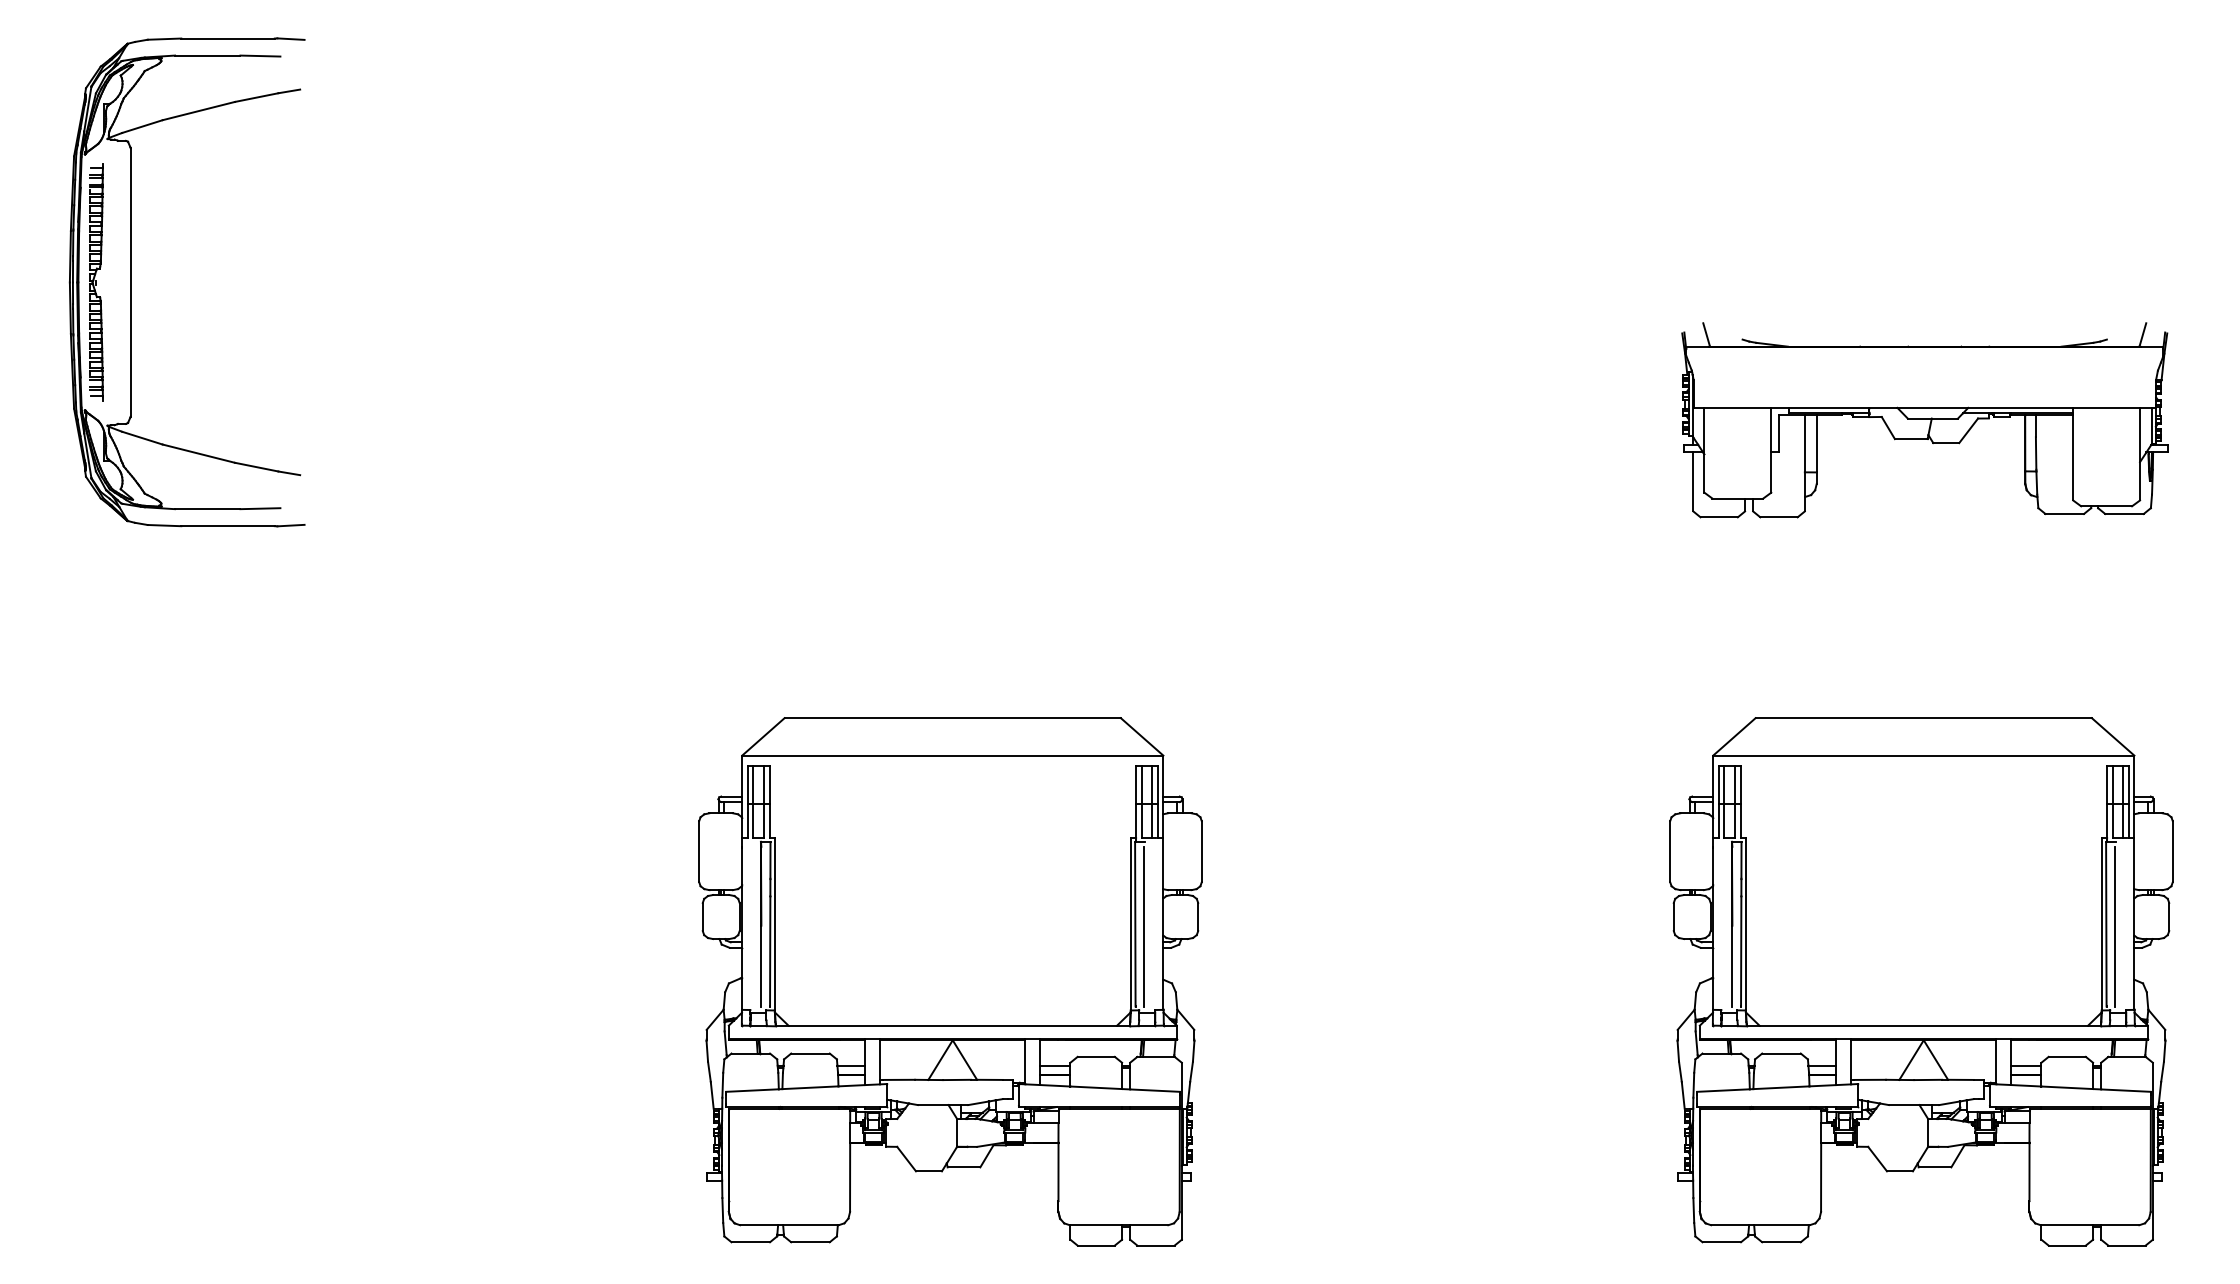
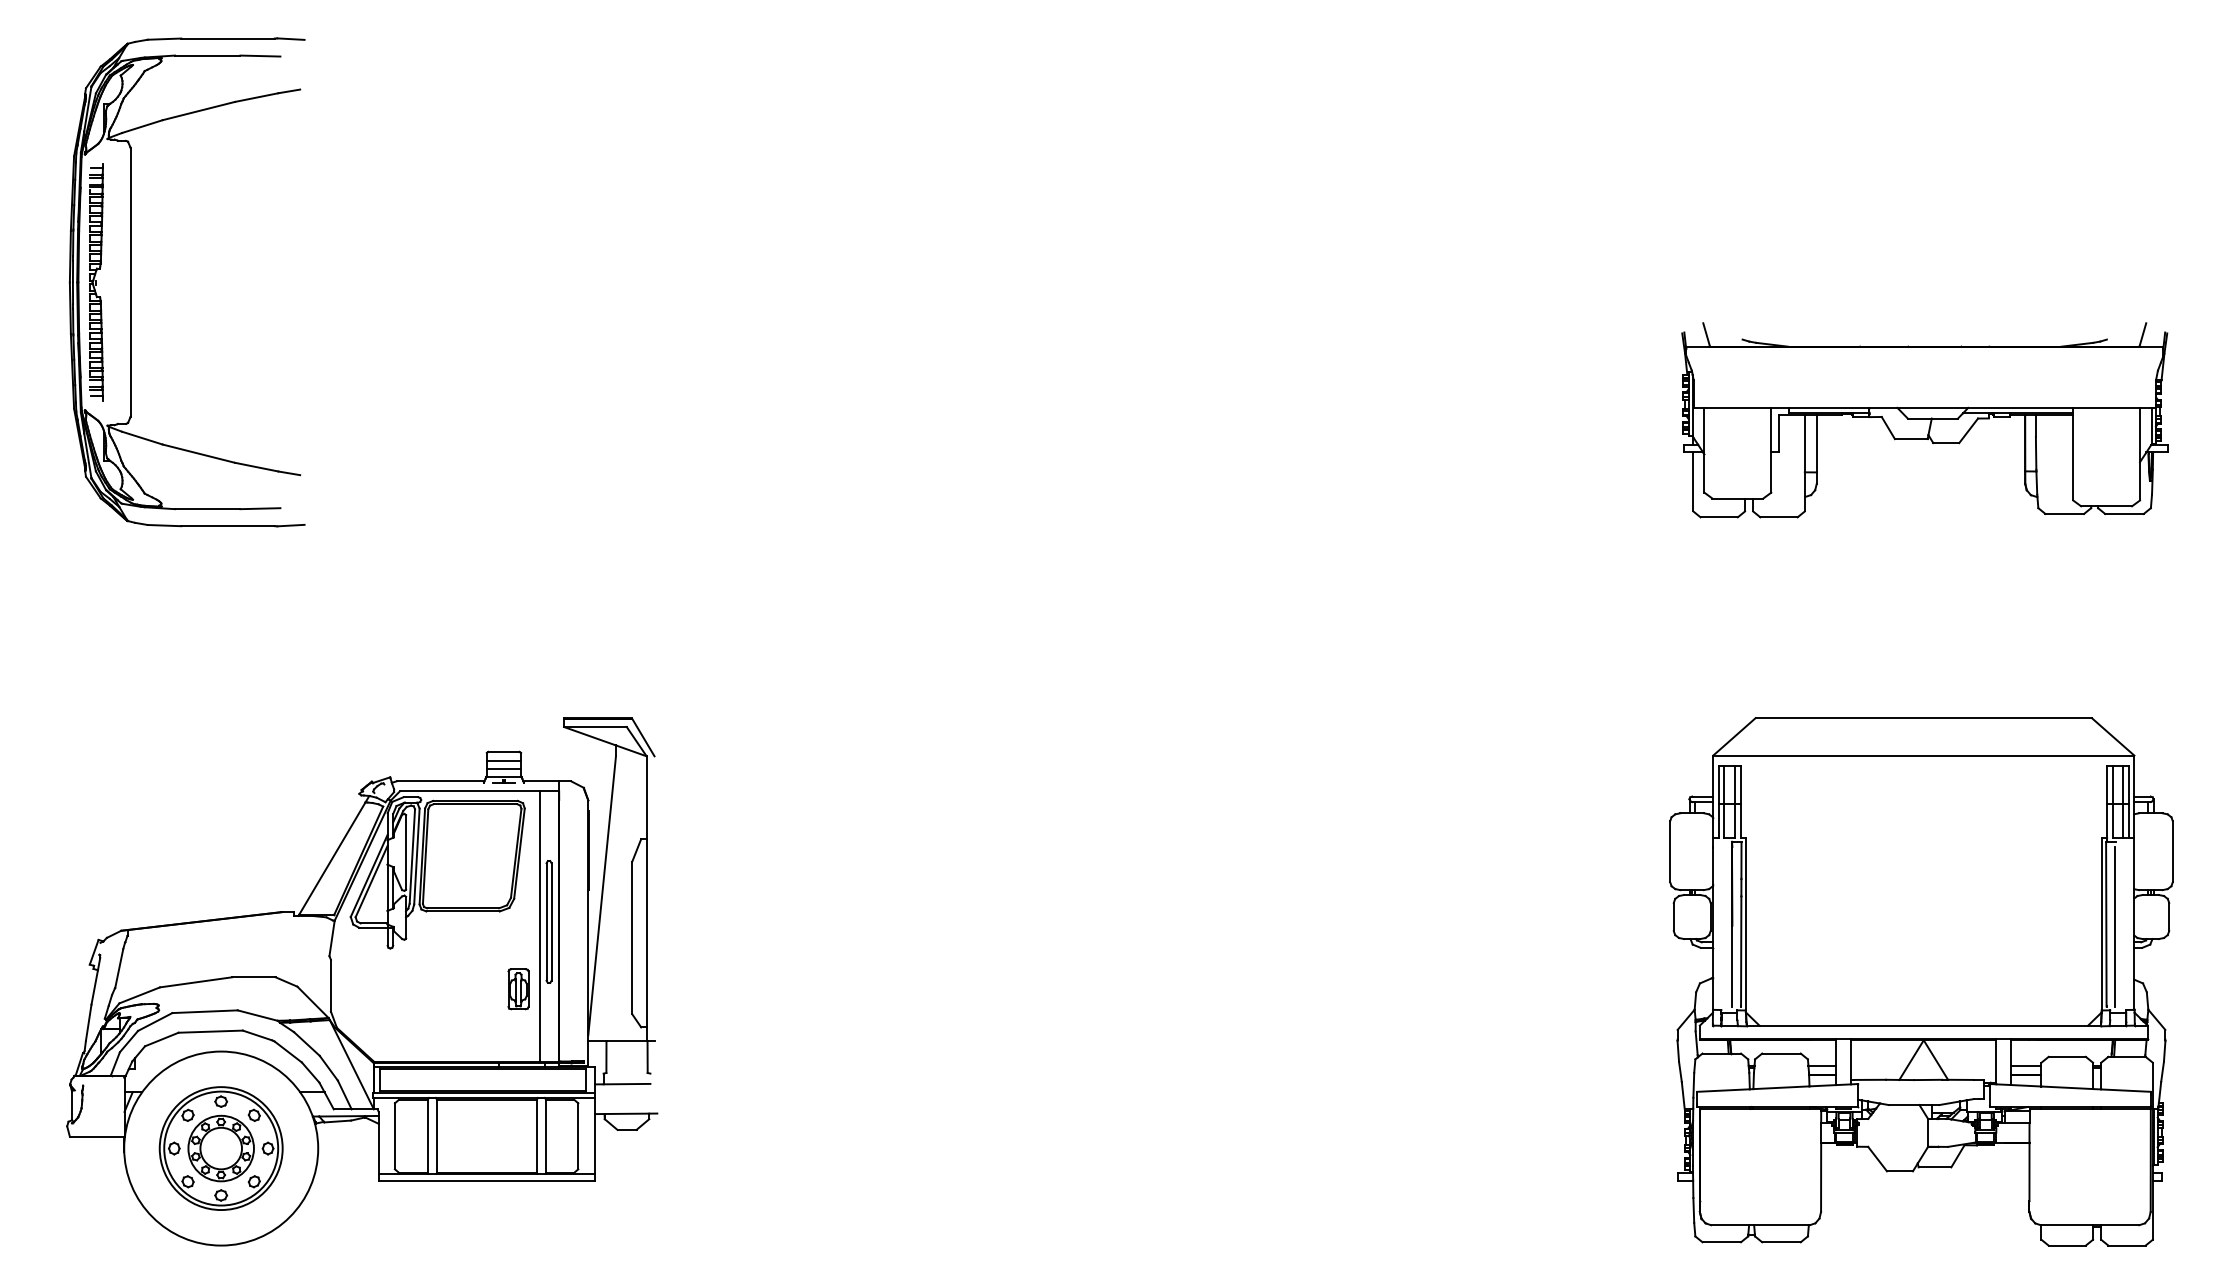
part at (362, 981): none -> present
part at (950, 981): present -> none
